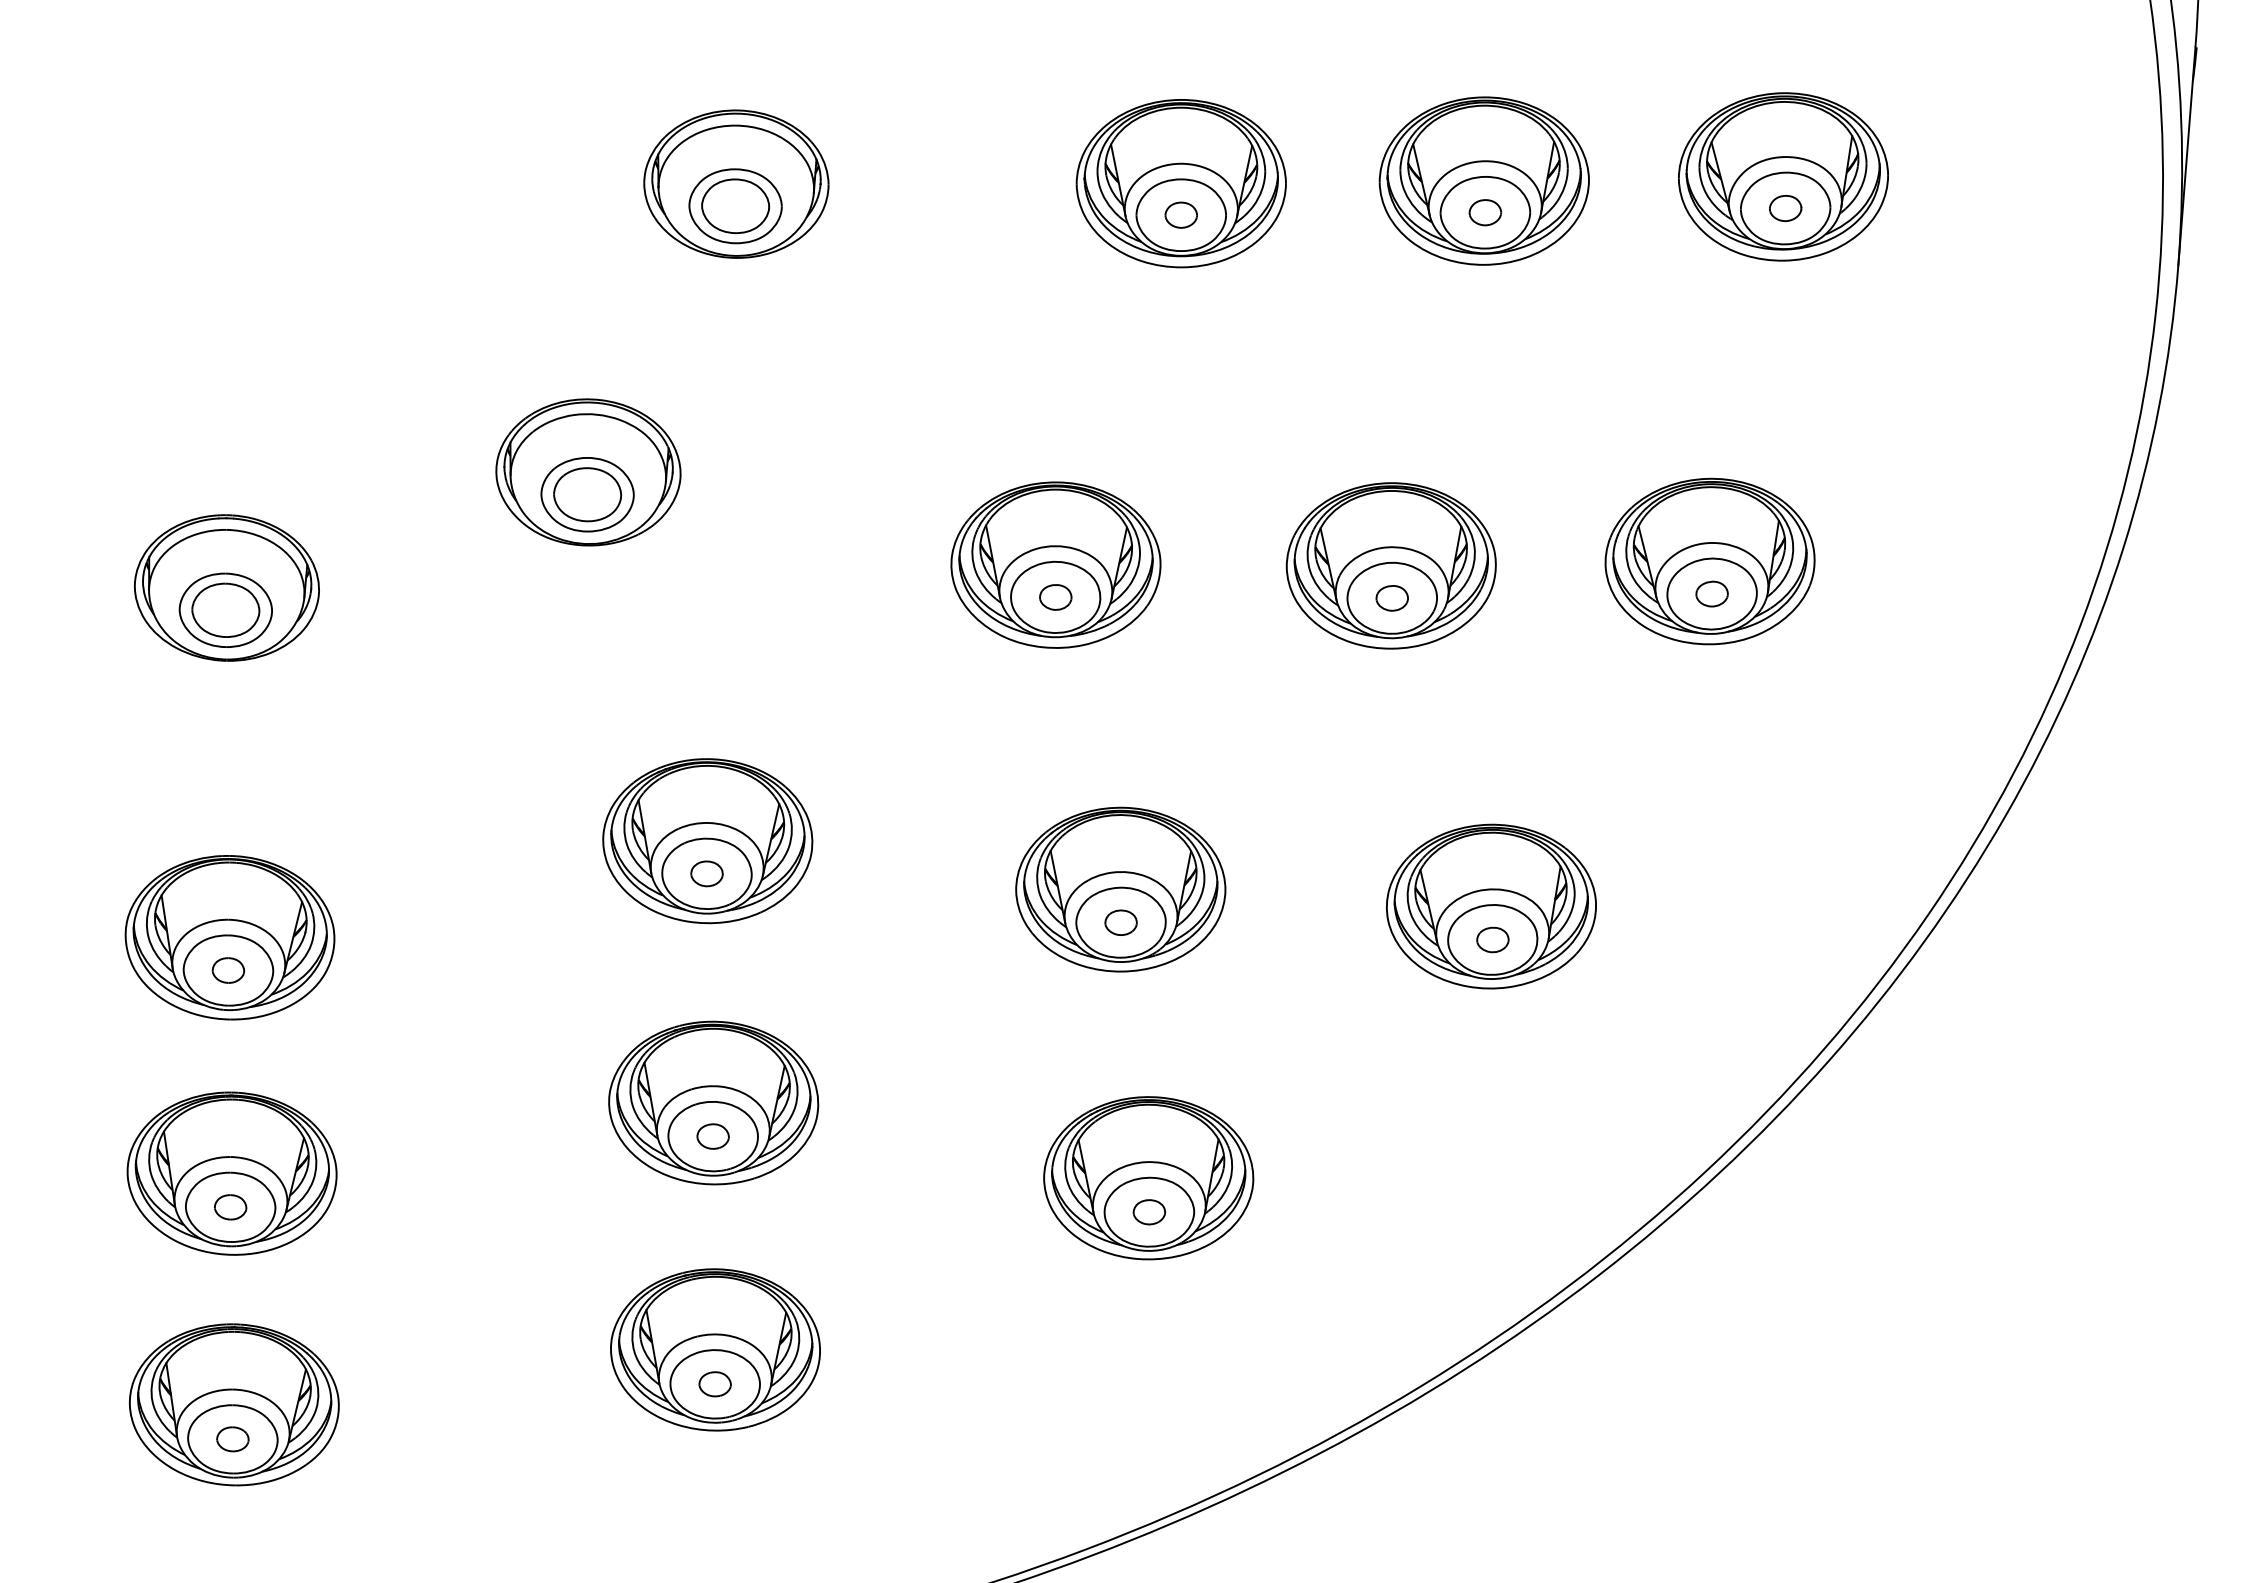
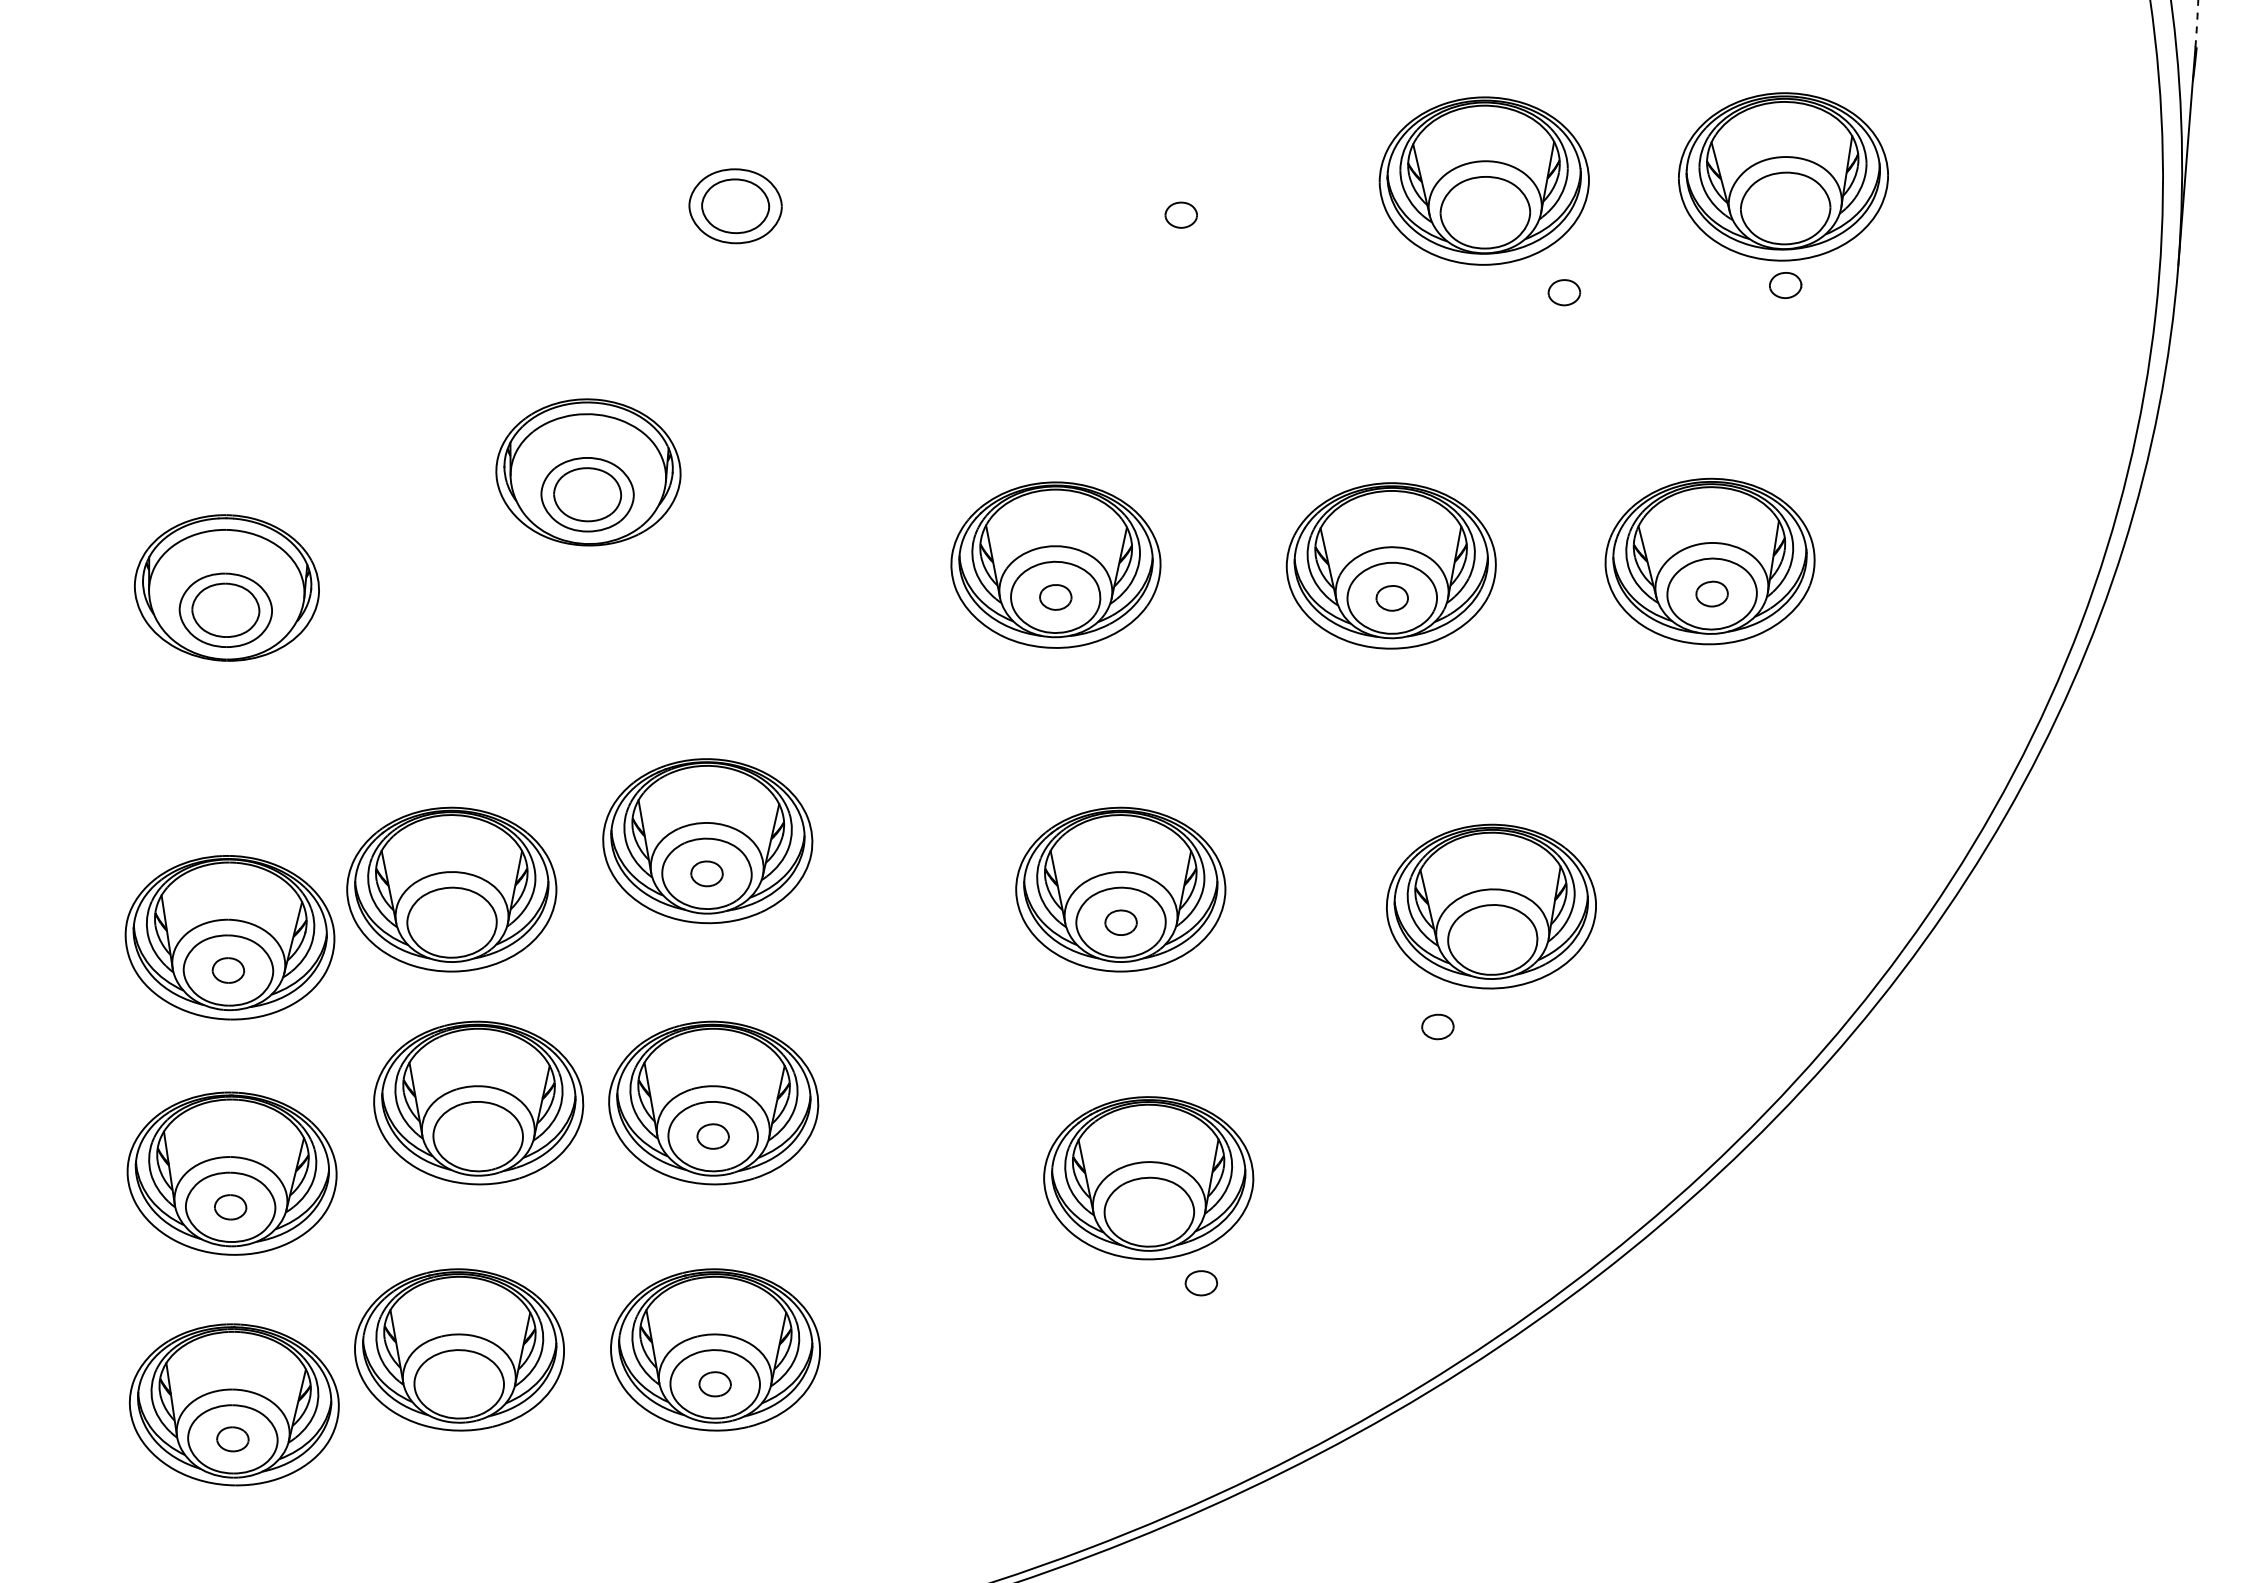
arc at (2197, 23): solid -> dashed
part at (736, 183): present -> none
part at (1180, 183): present -> none
part at (1785, 208) position: (1785, 208) -> (1785, 285)
part at (1485, 212) position: (1485, 212) -> (1564, 292)
part at (451, 889): none -> present
part at (1492, 939) position: (1492, 939) -> (1437, 1026)
part at (478, 1102): none -> present
part at (1149, 1212) position: (1149, 1212) -> (1201, 1283)
part at (459, 1349): none -> present
